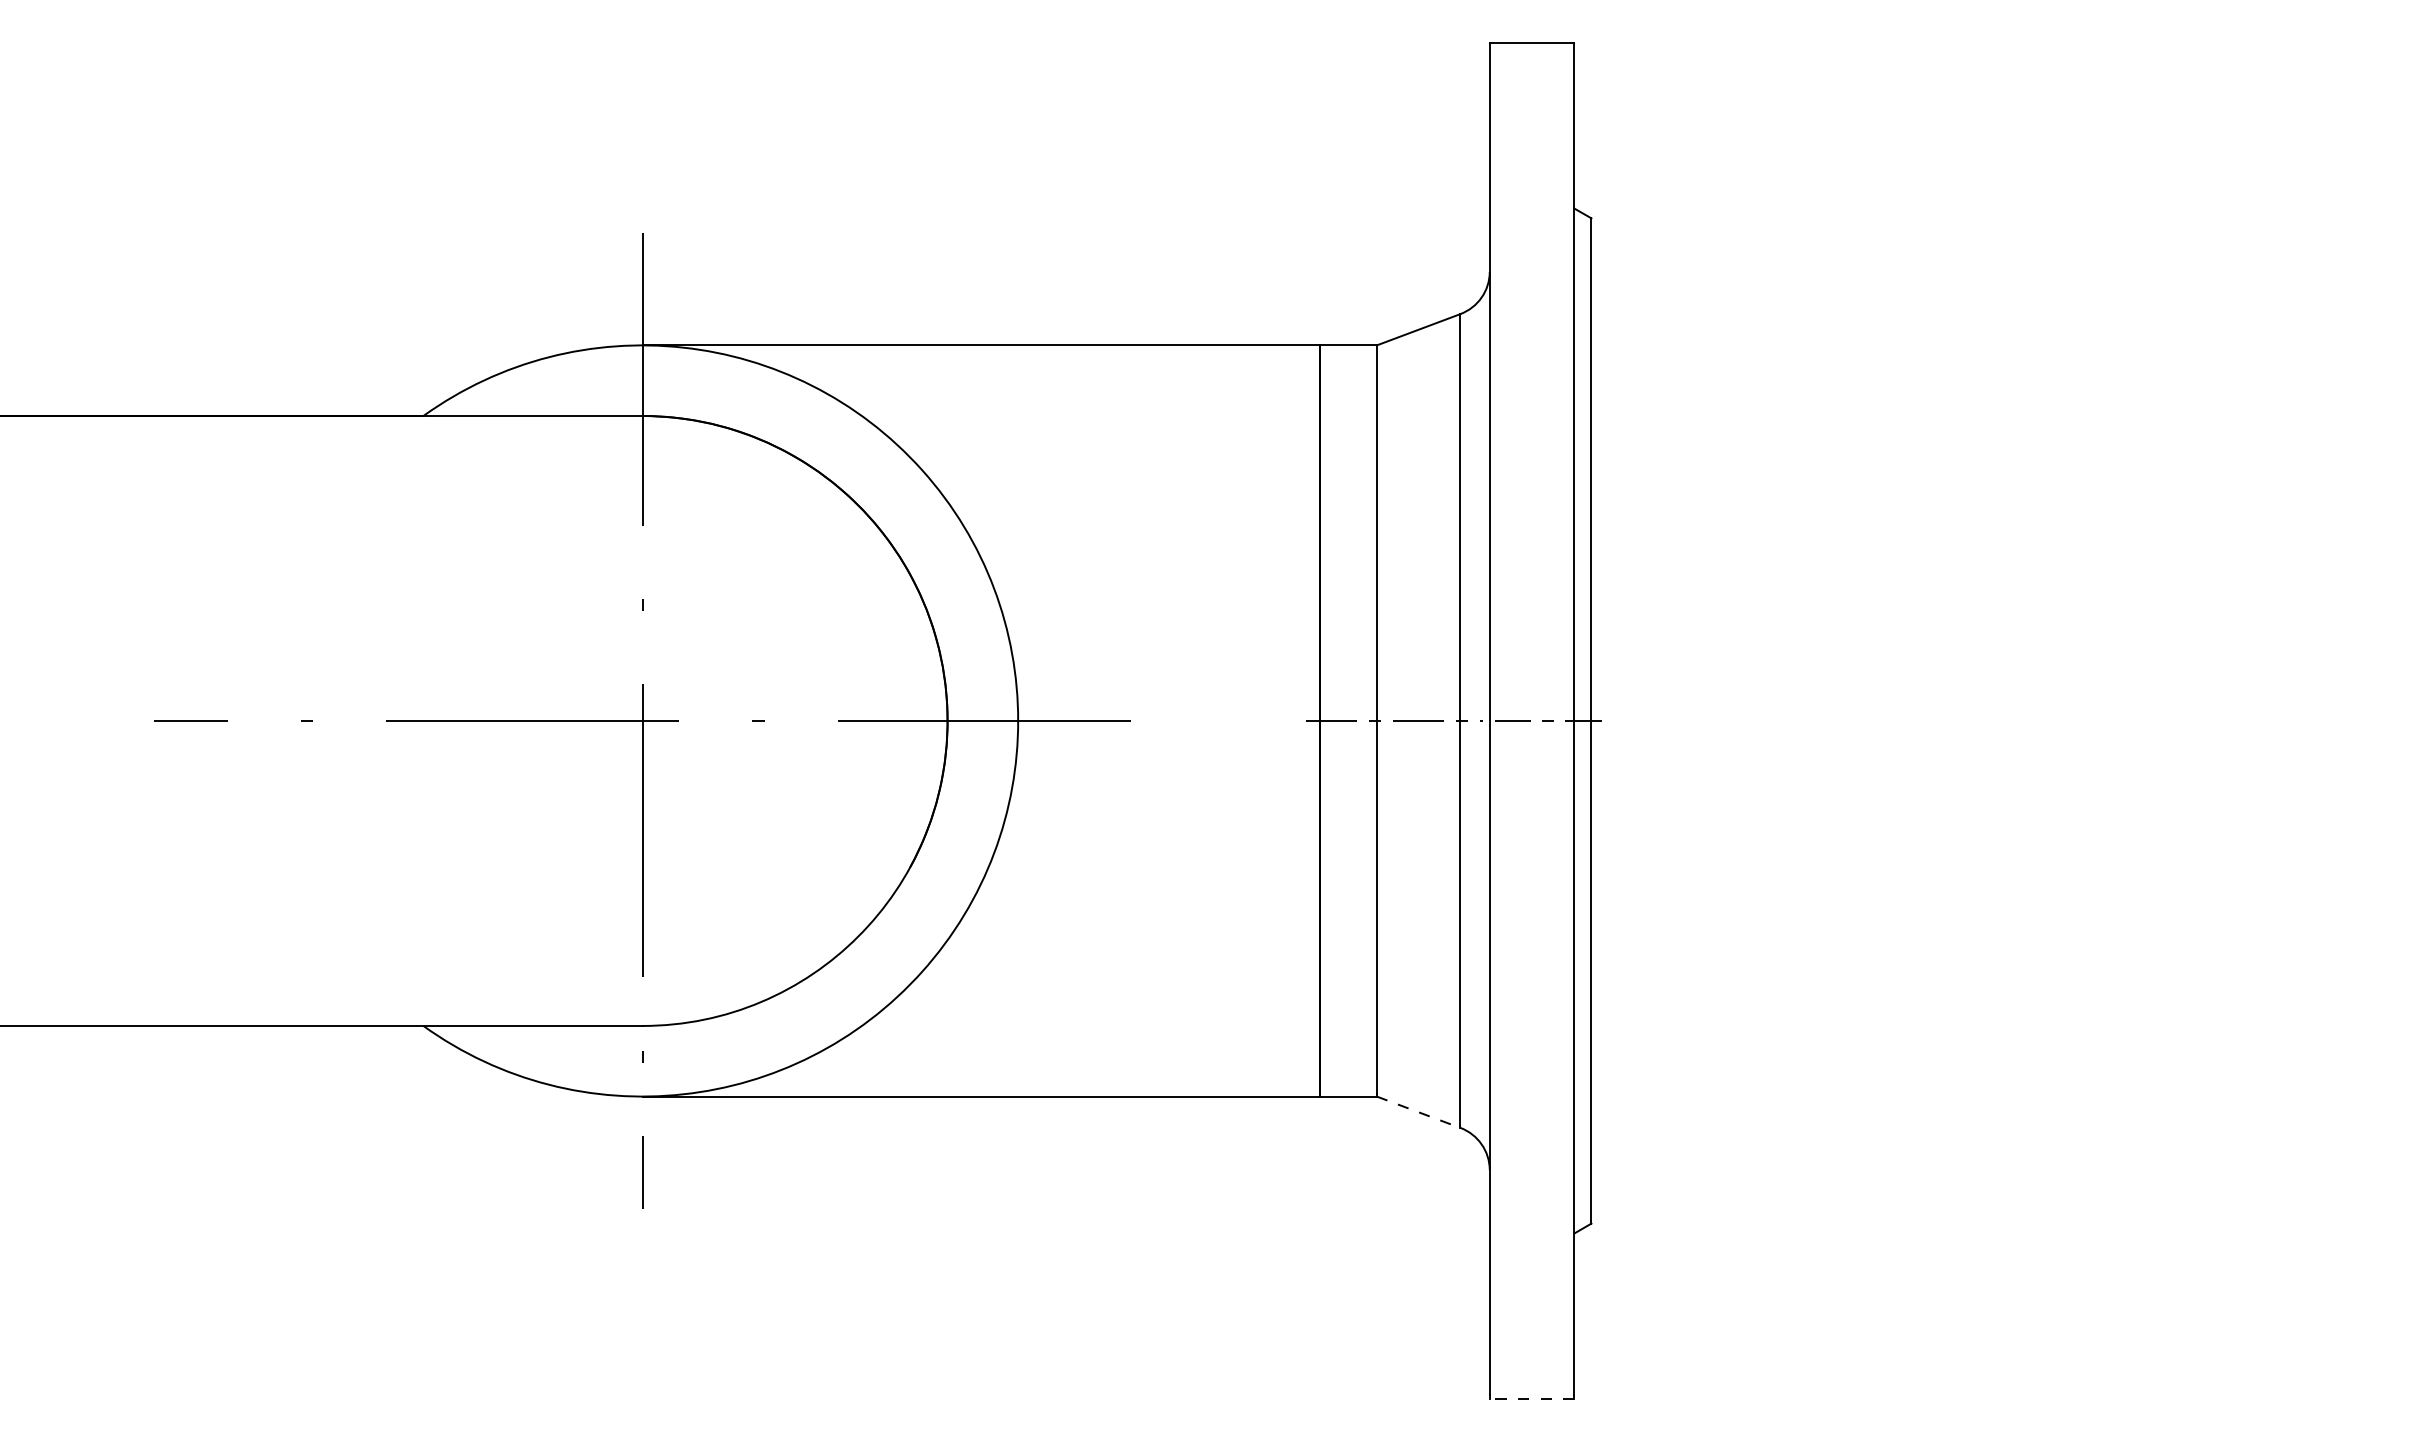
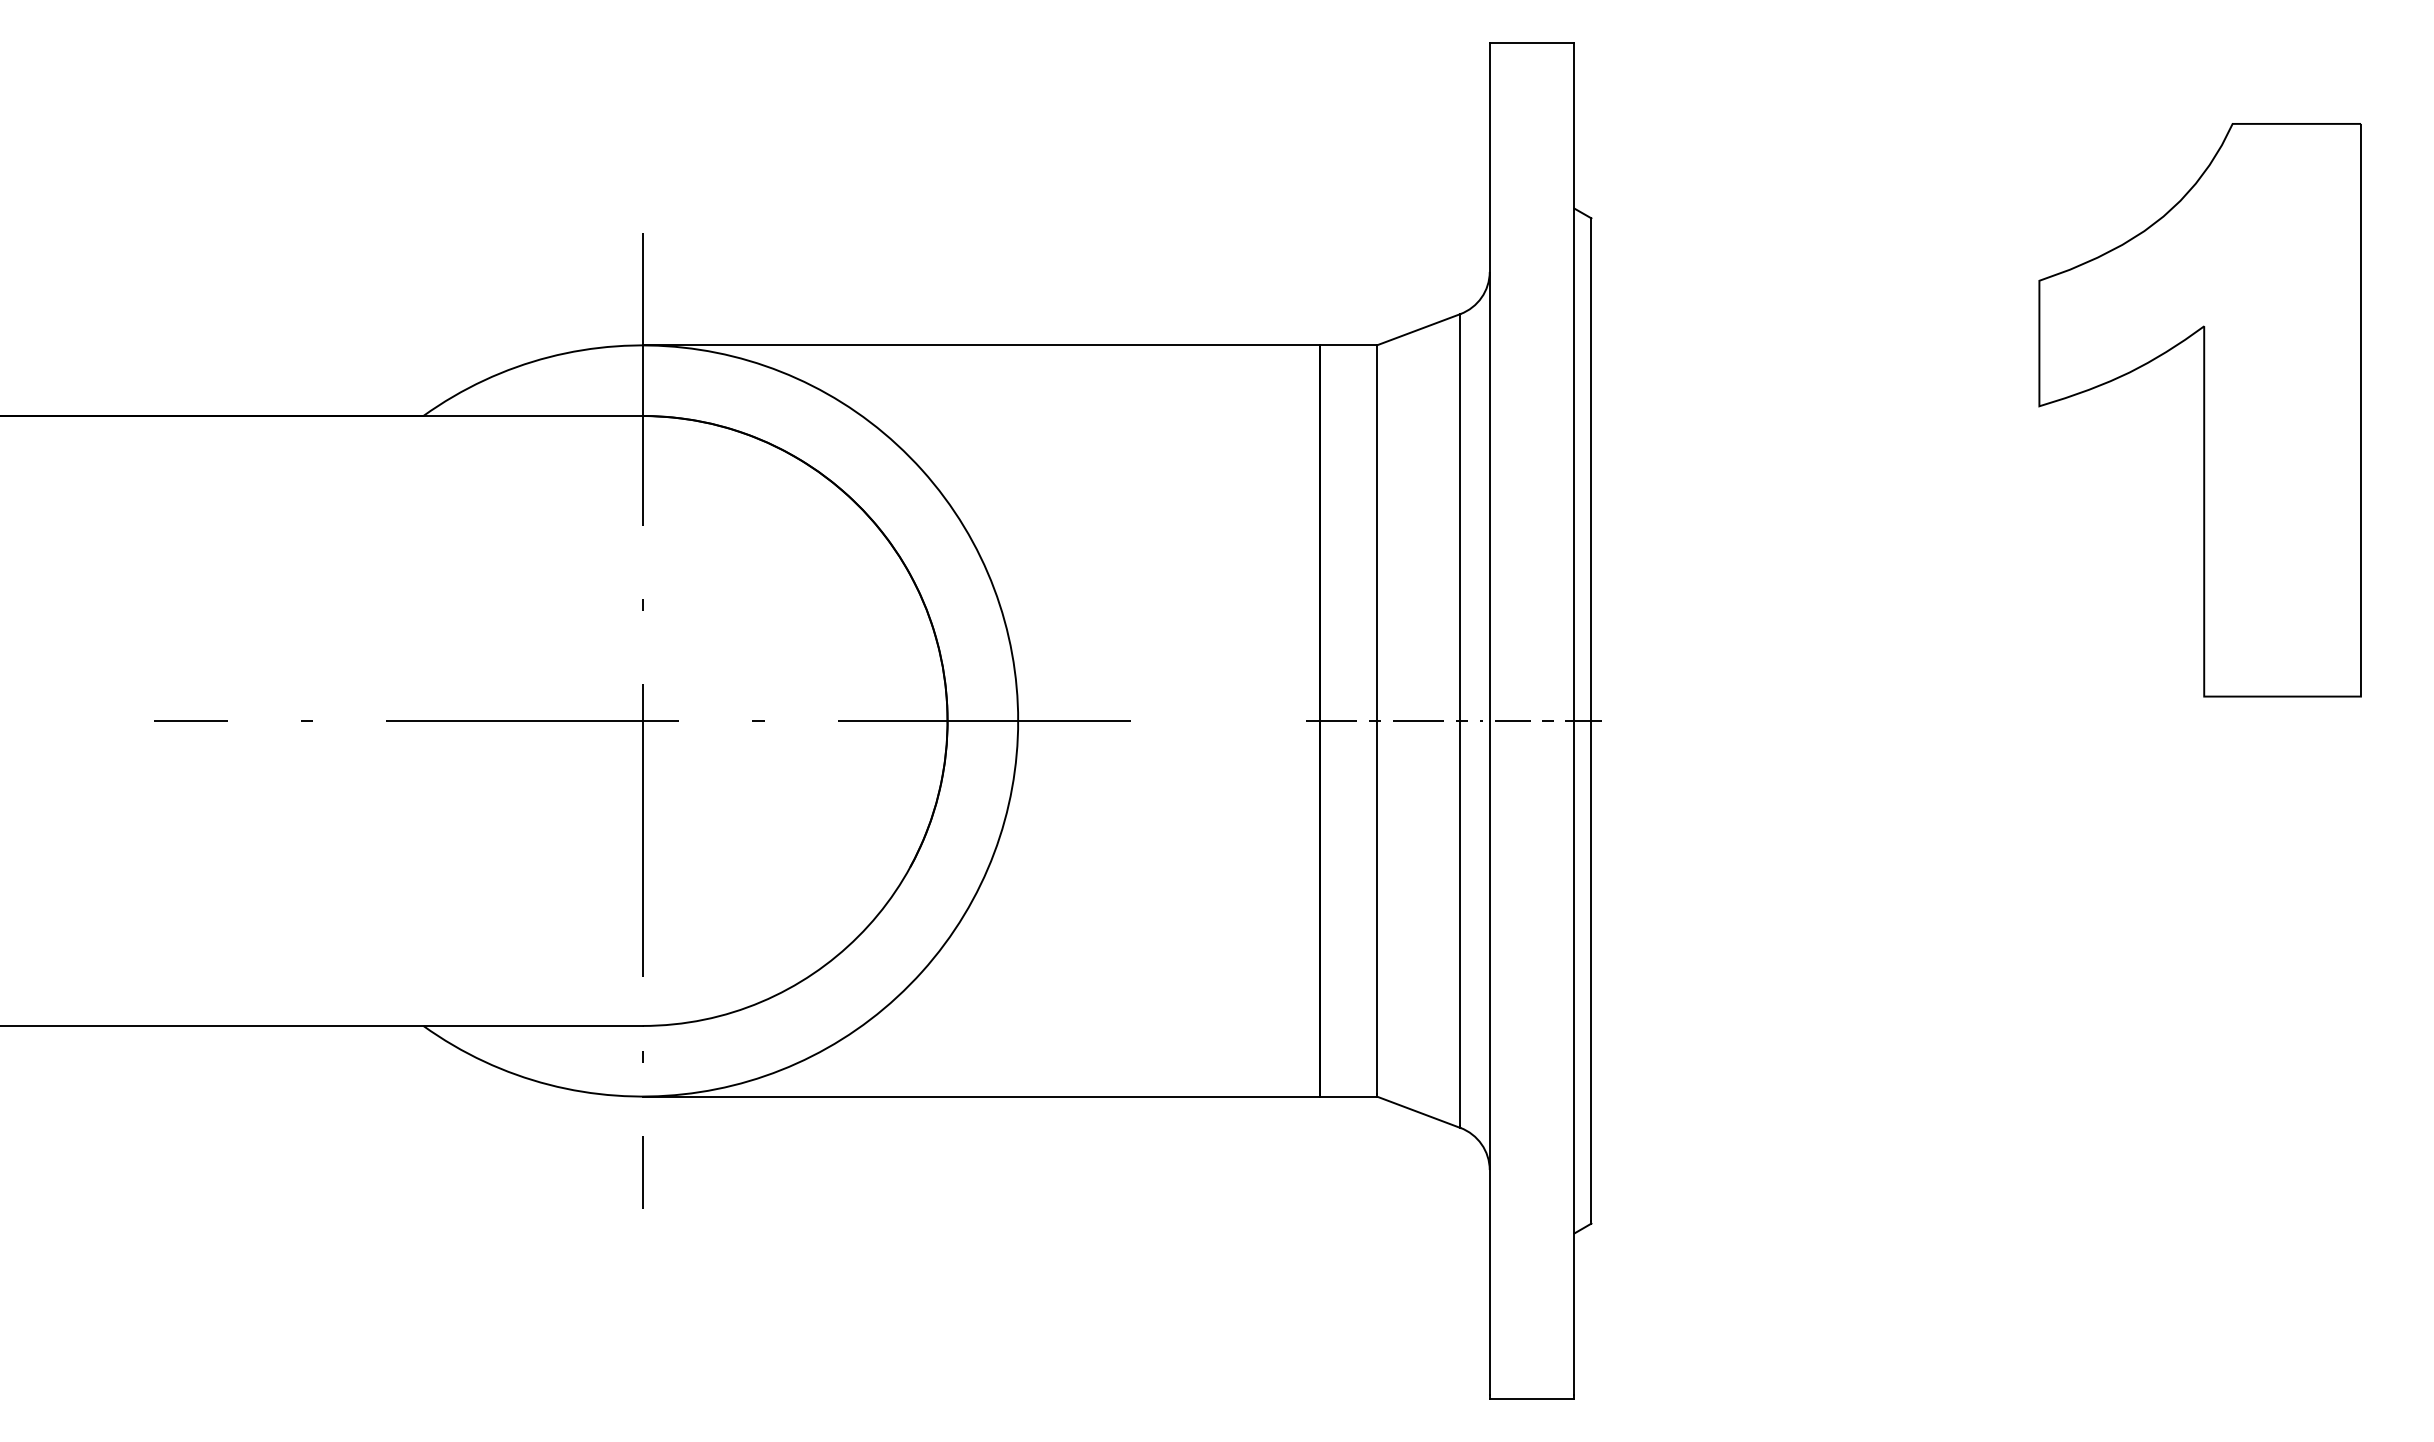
part at (2199, 410): none -> present
line at (1418, 1112): dashed -> solid
line at (1531, 1398): dashed -> solid
